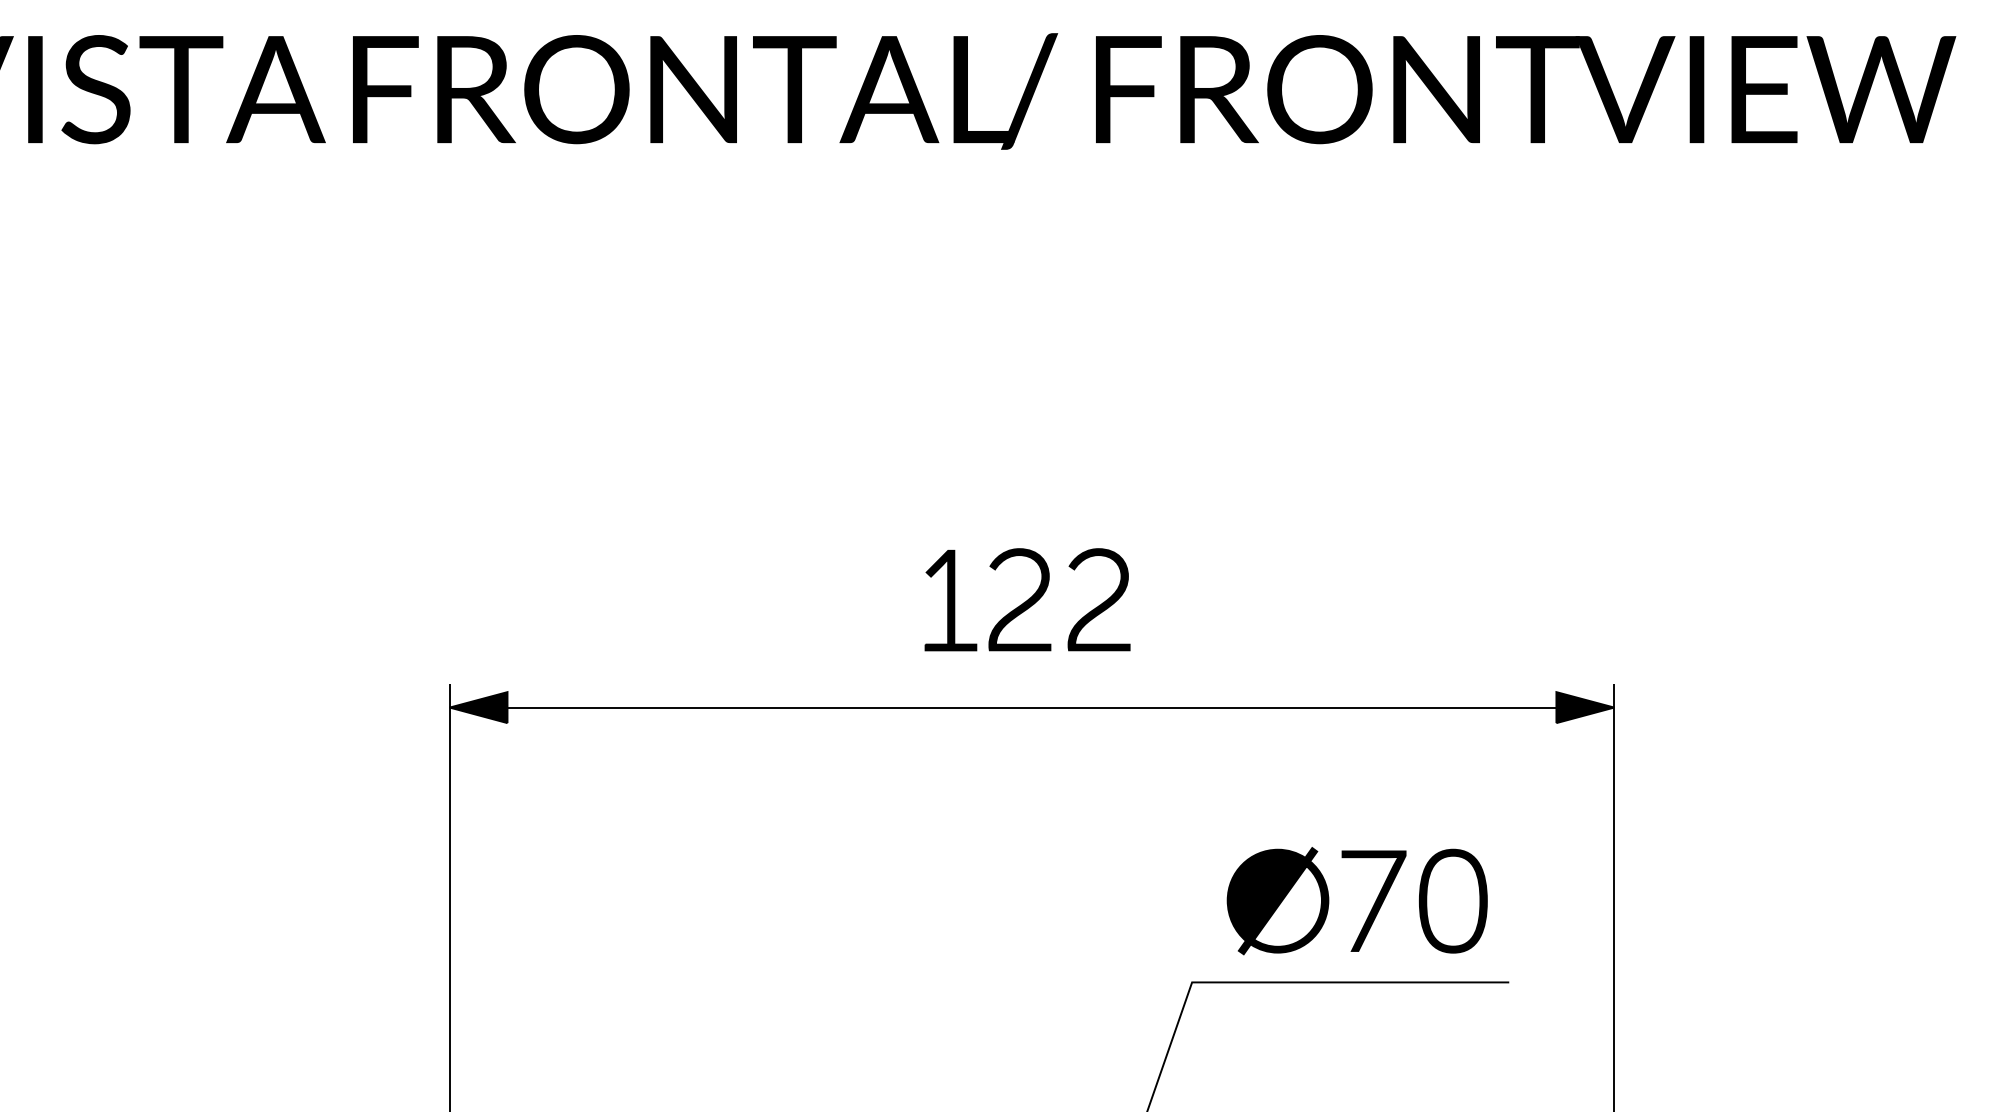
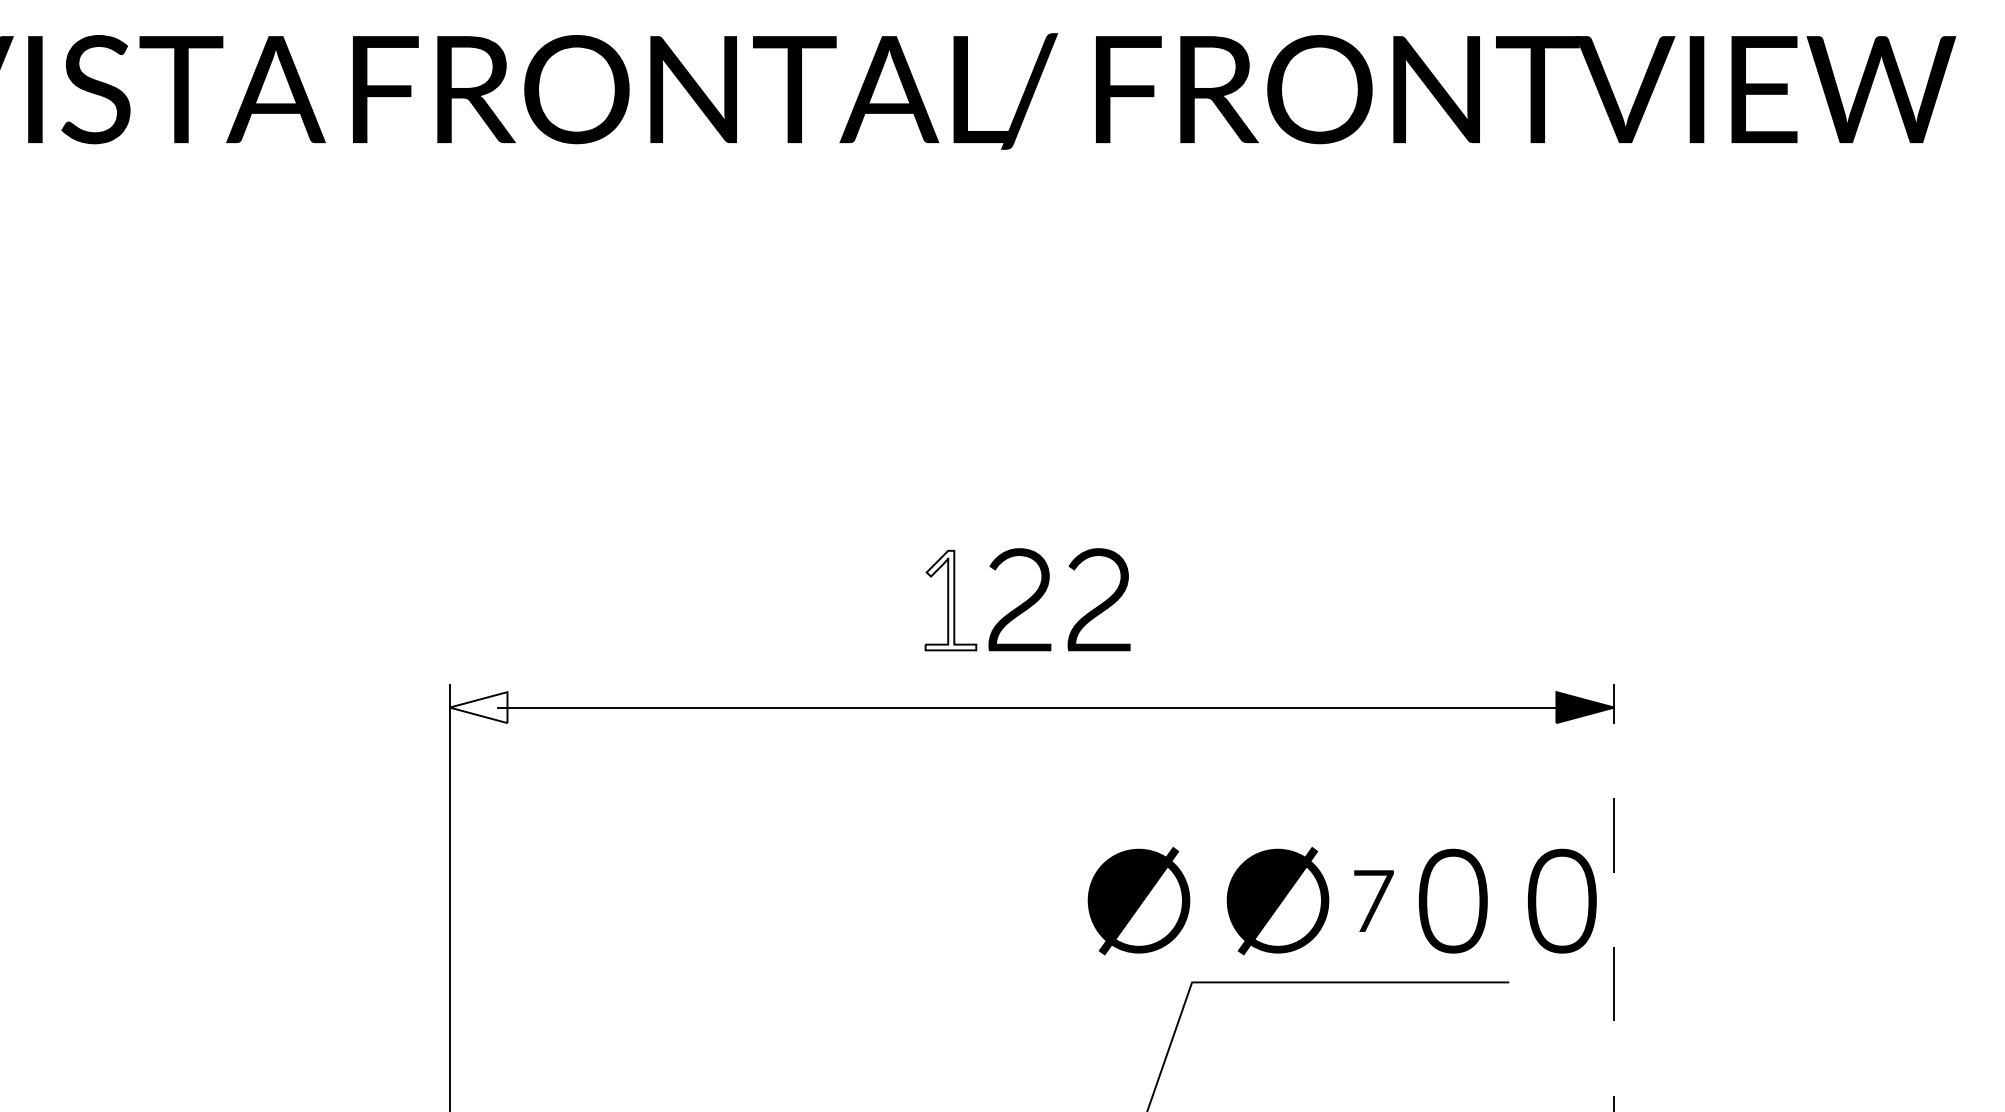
fill at (950, 600): present -> none
fill at (478, 707): present -> none
line at (1614, 897): solid -> dashed
part at (1373, 900) size: 66x102 px -> 40x62 px
part at (1562, 900): none -> present
part at (1138, 901): none -> present
